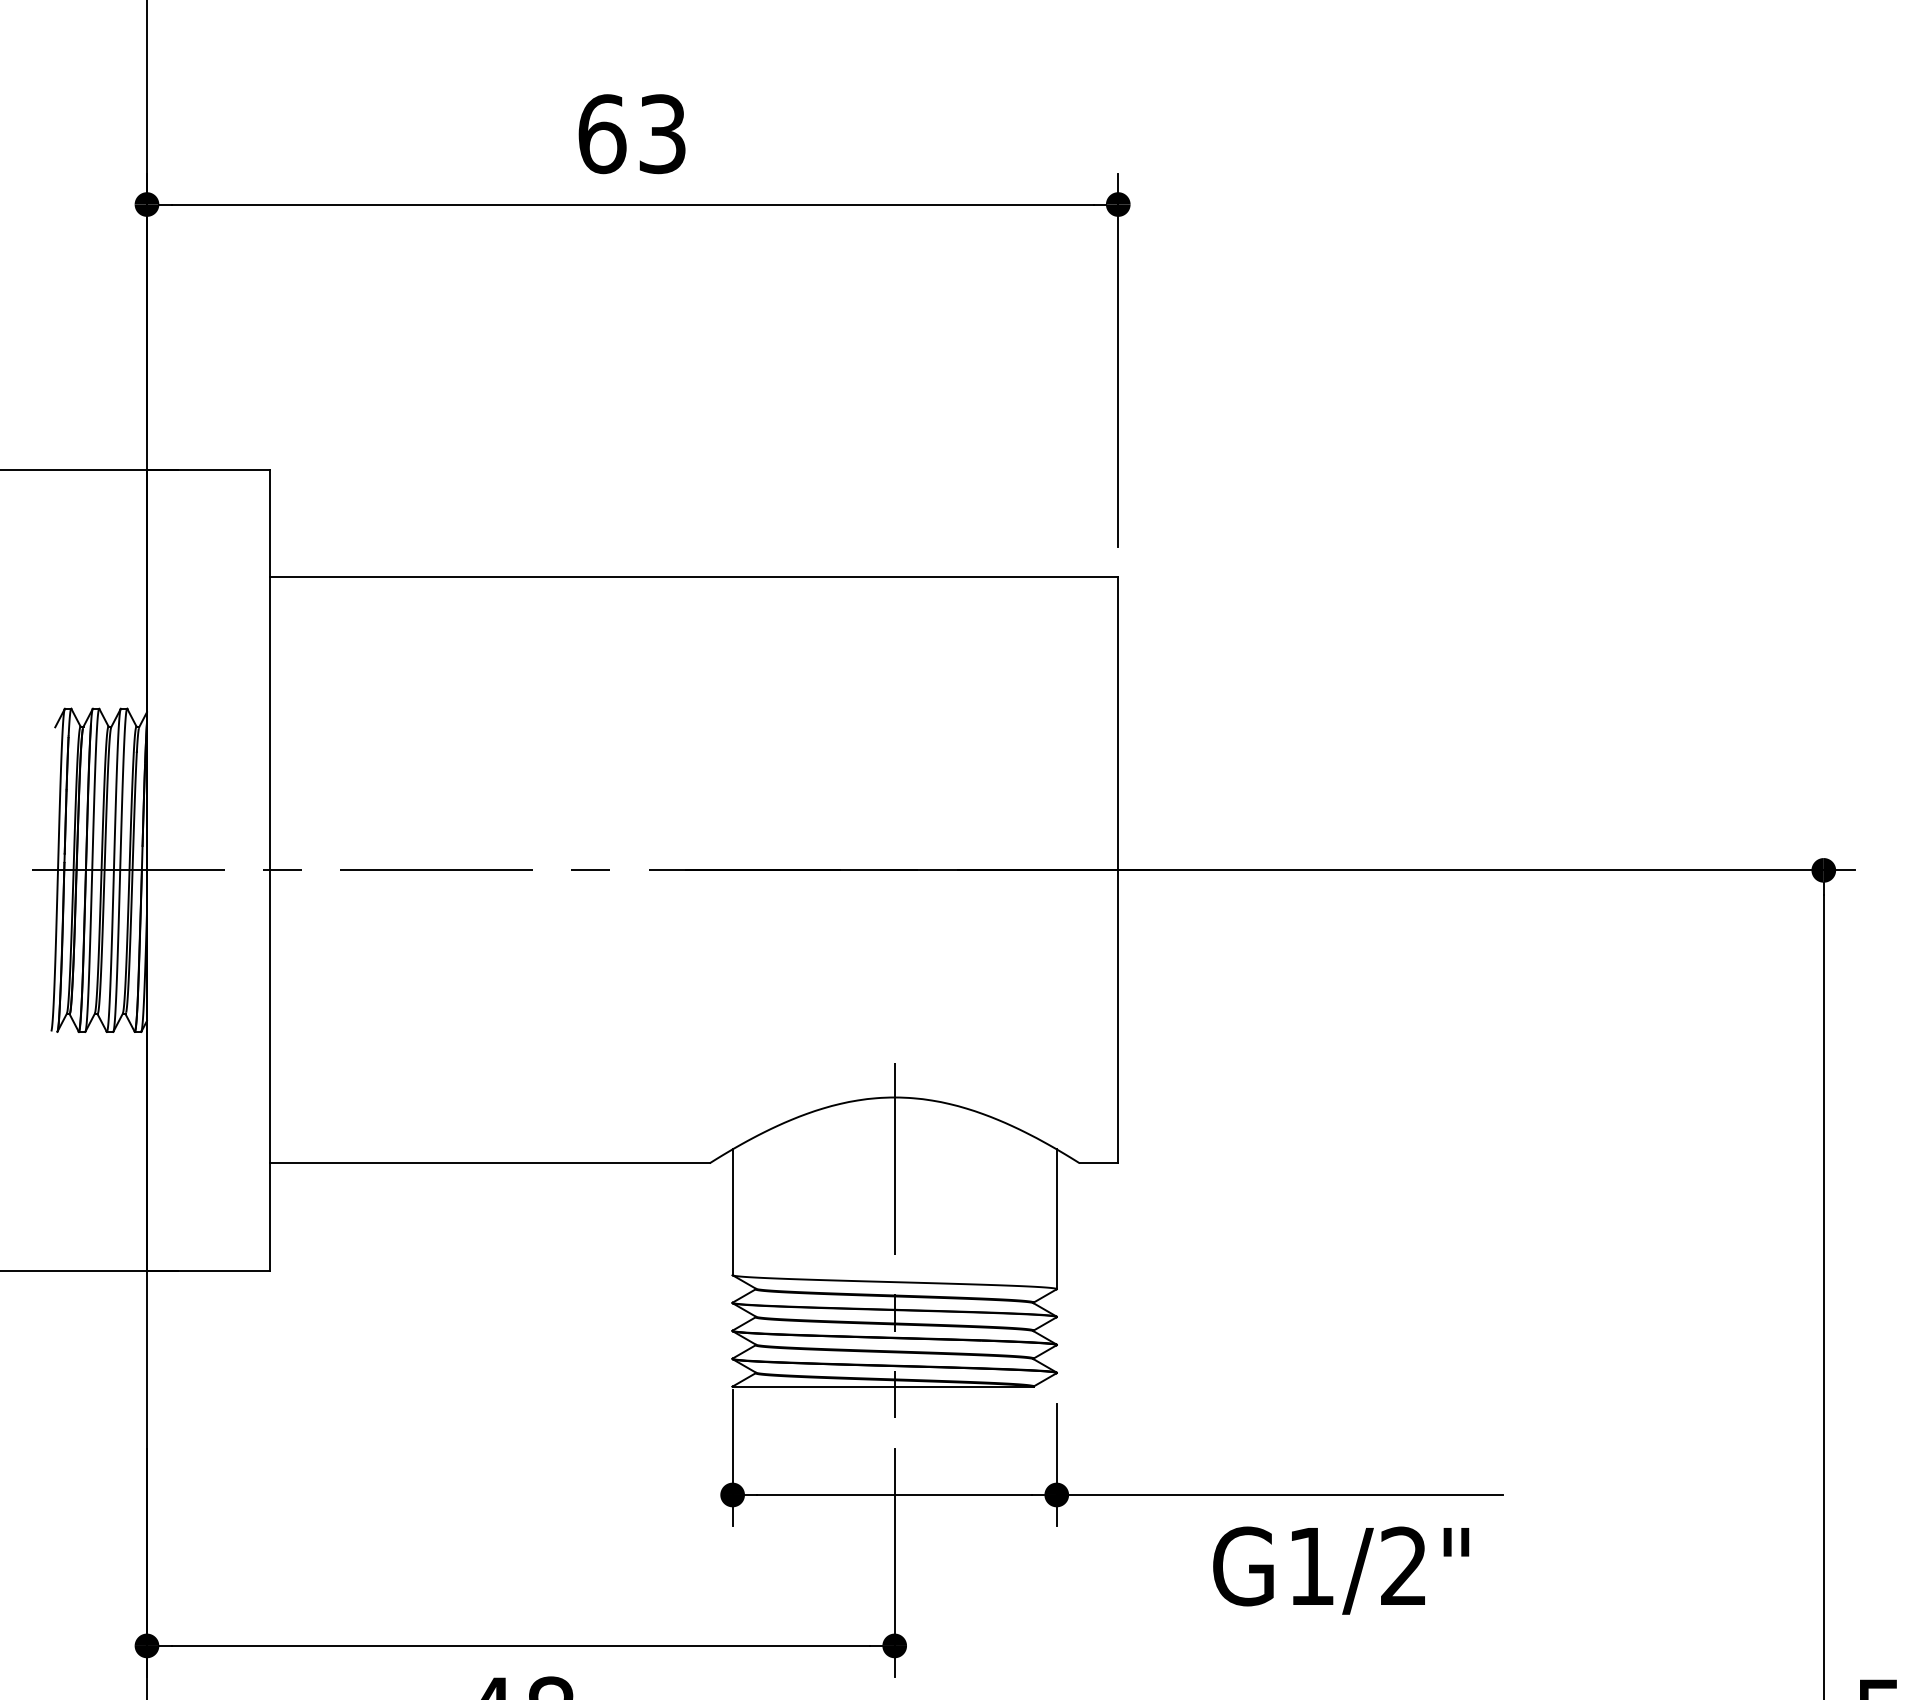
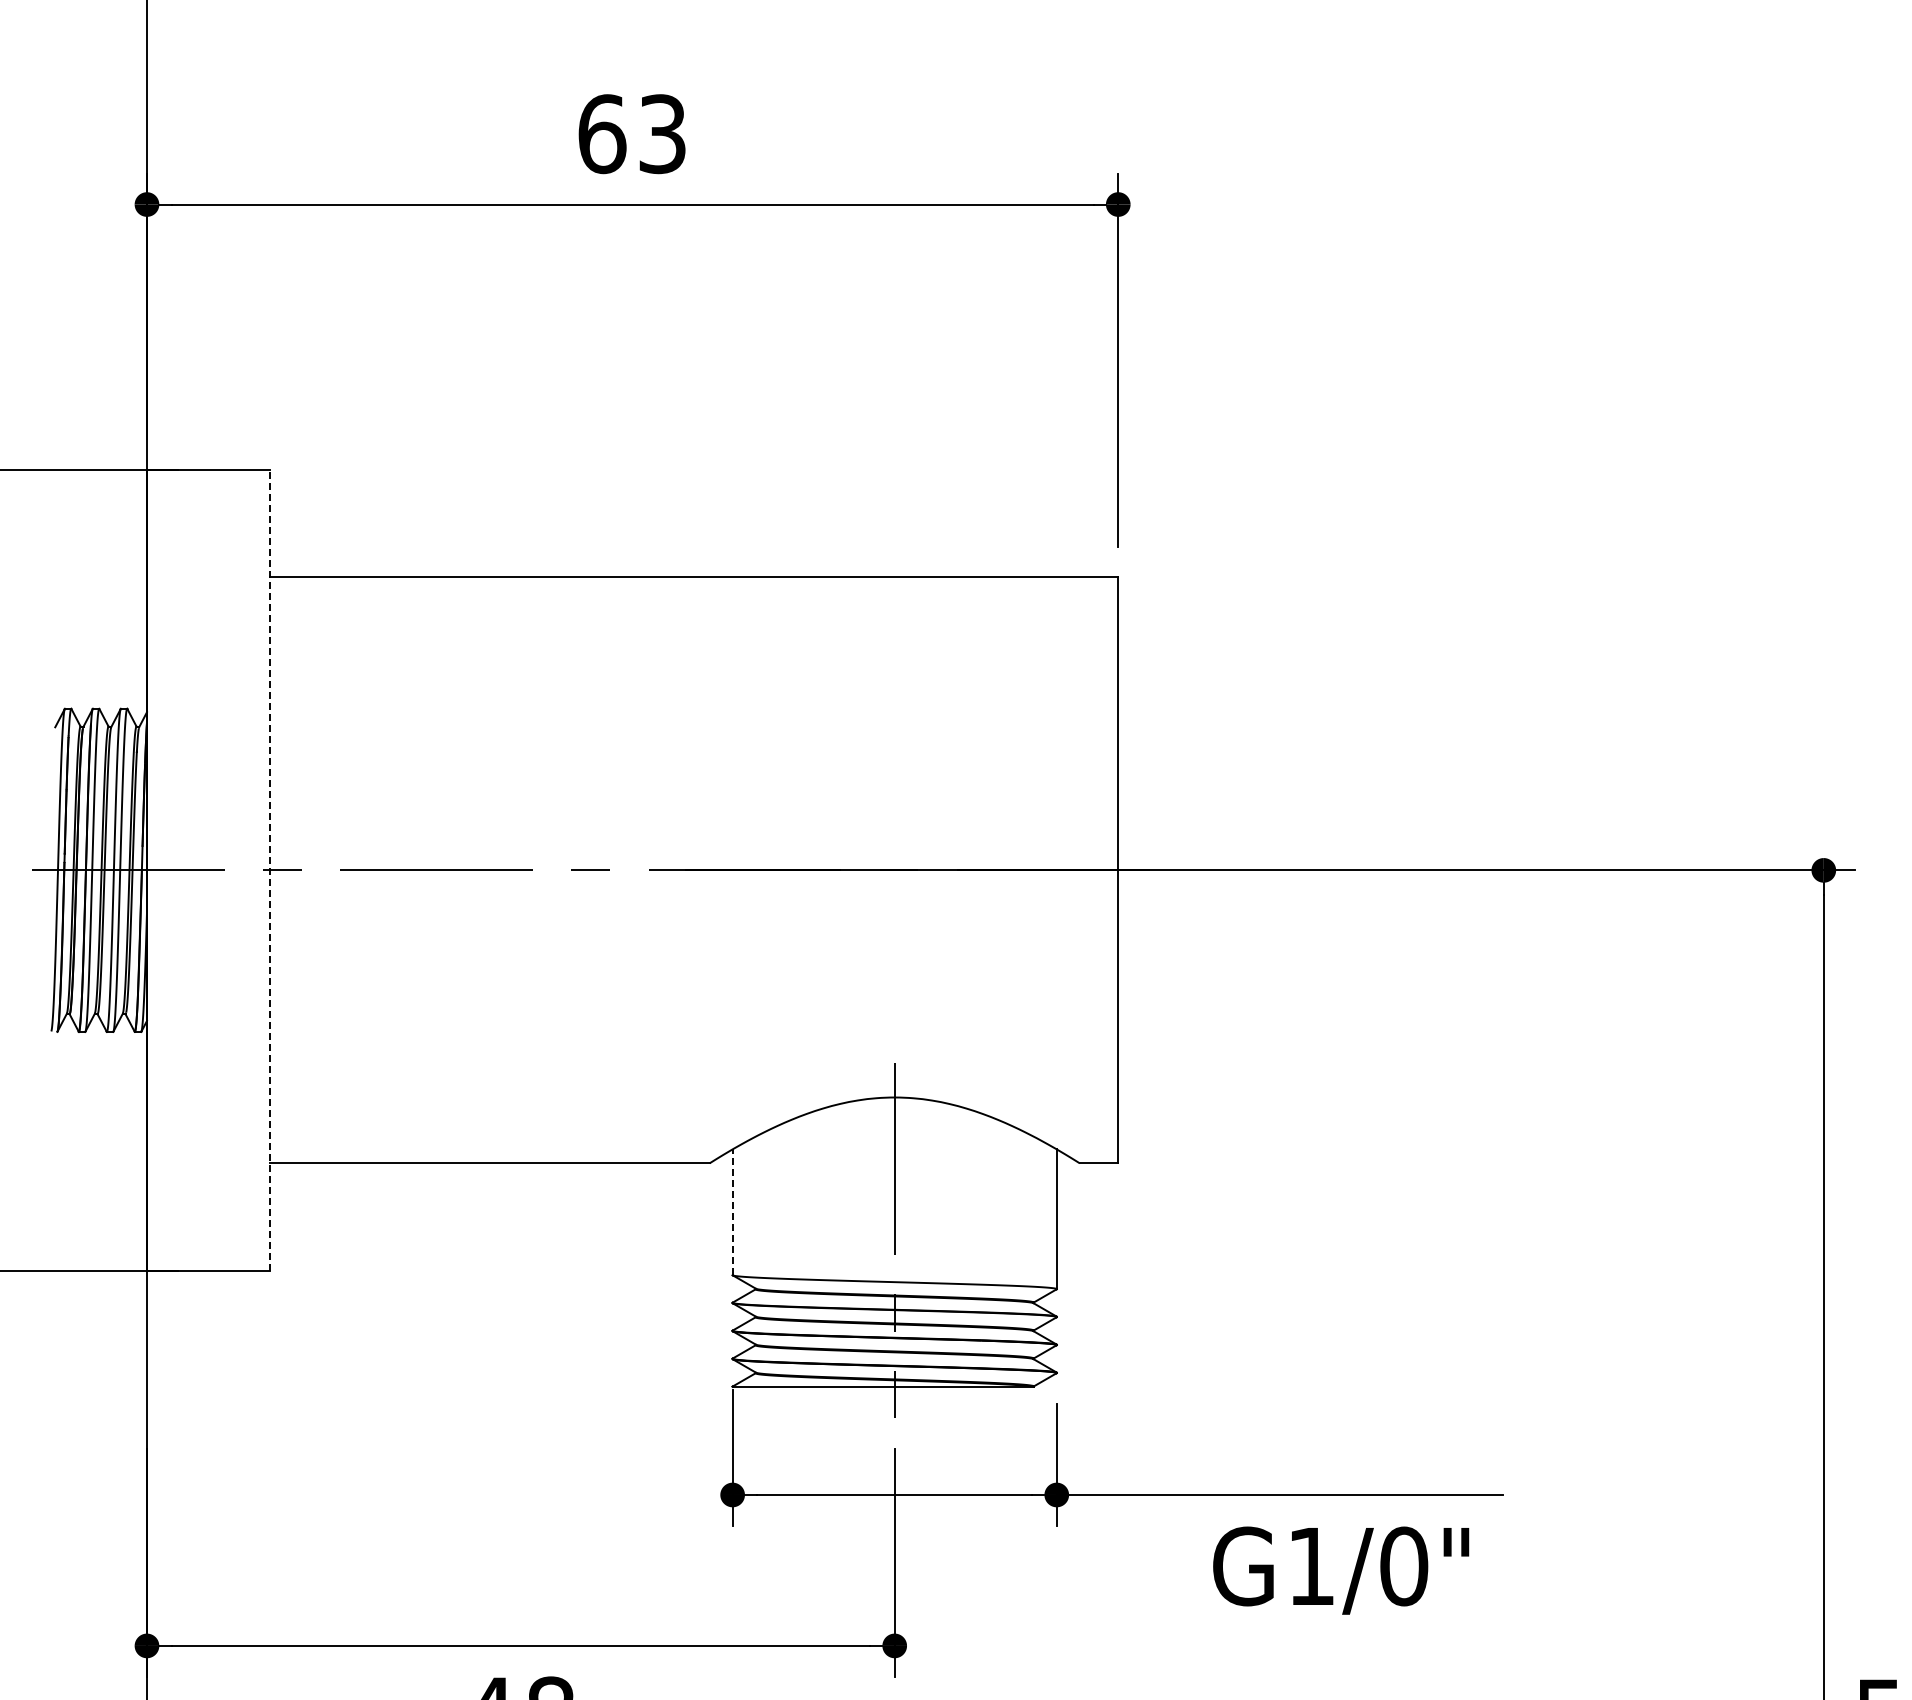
line at (270, 870): solid -> dashed
line at (732, 1212): solid -> dashed
text at (1404, 1566): G1/2" -> G1/0"
